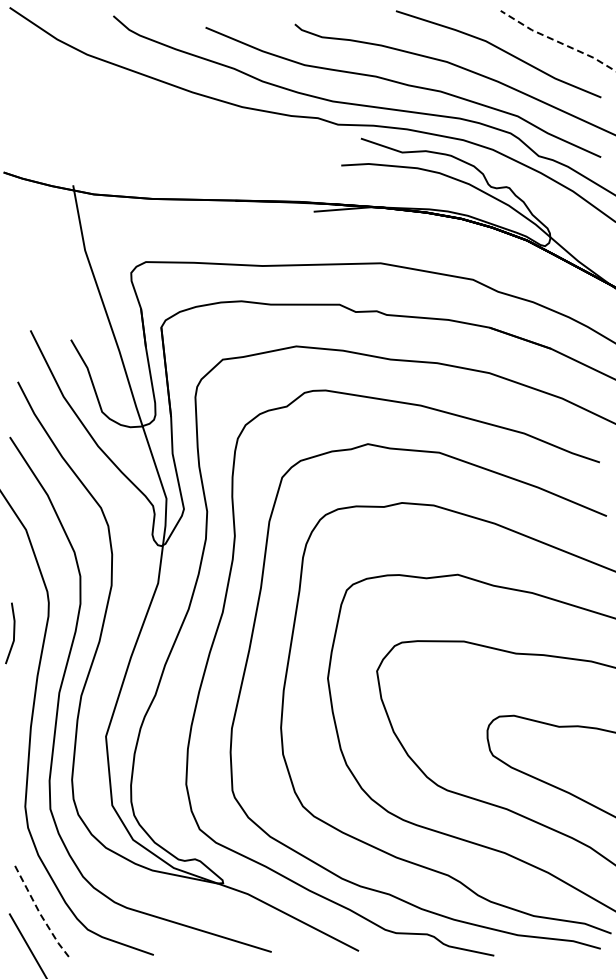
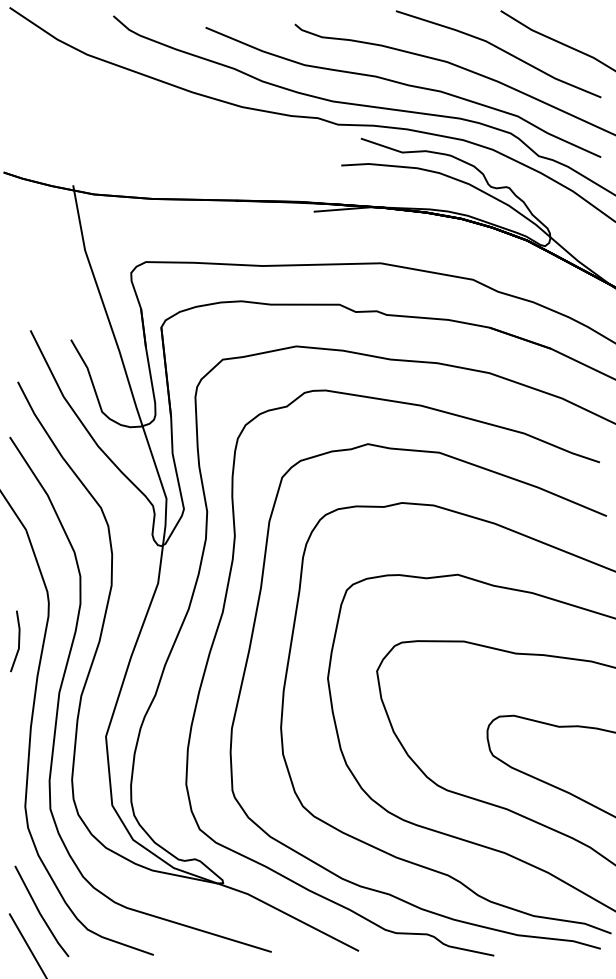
line at (557, 41): dashed -> solid
line at (13, 633) position: (13, 633) -> (18, 641)
line at (40, 913): dashed -> solid
